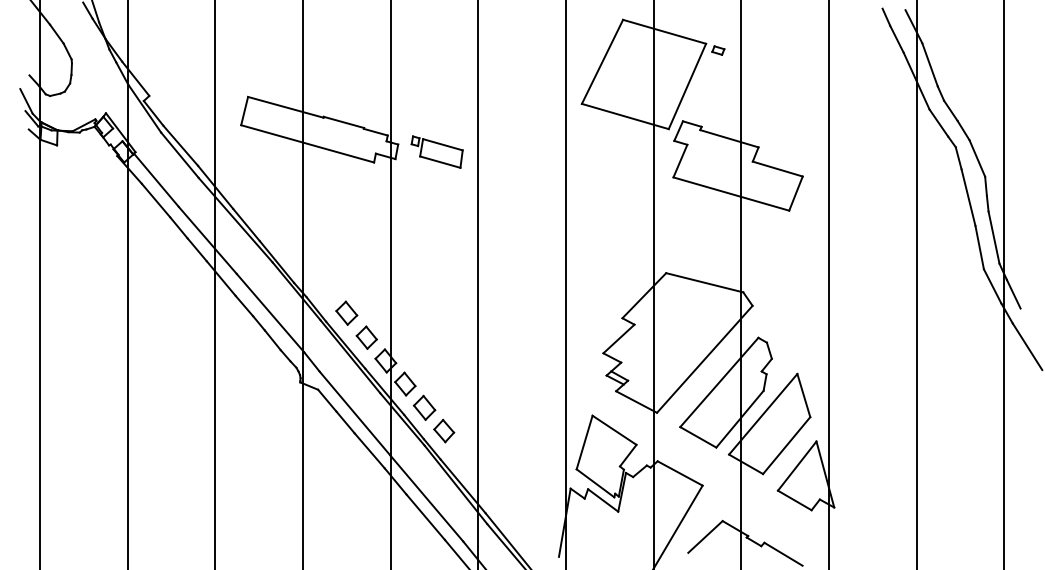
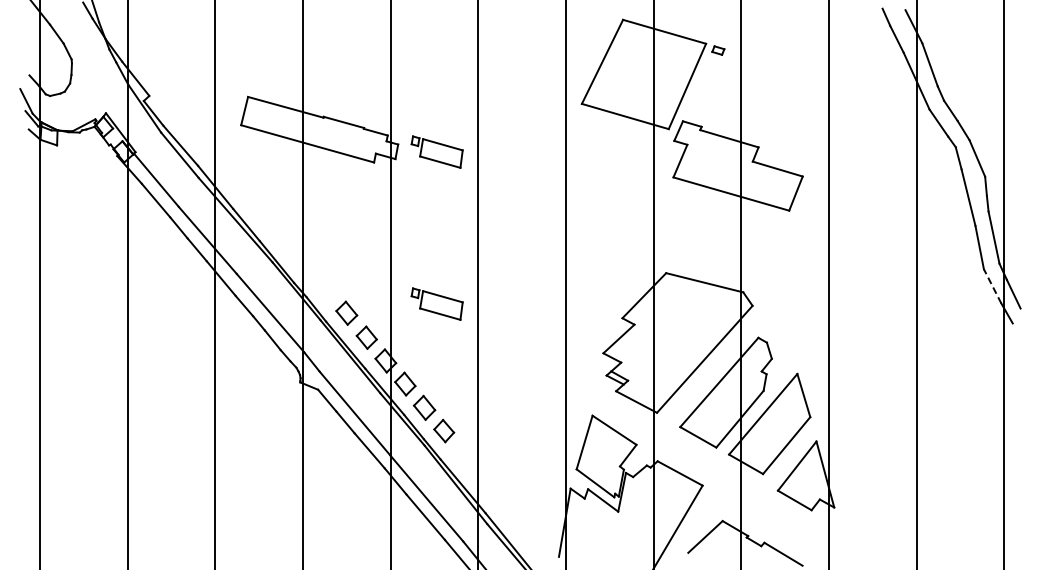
line at (992, 285): solid -> dashed
part at (436, 303): none -> present
line at (1026, 346): present -> none
